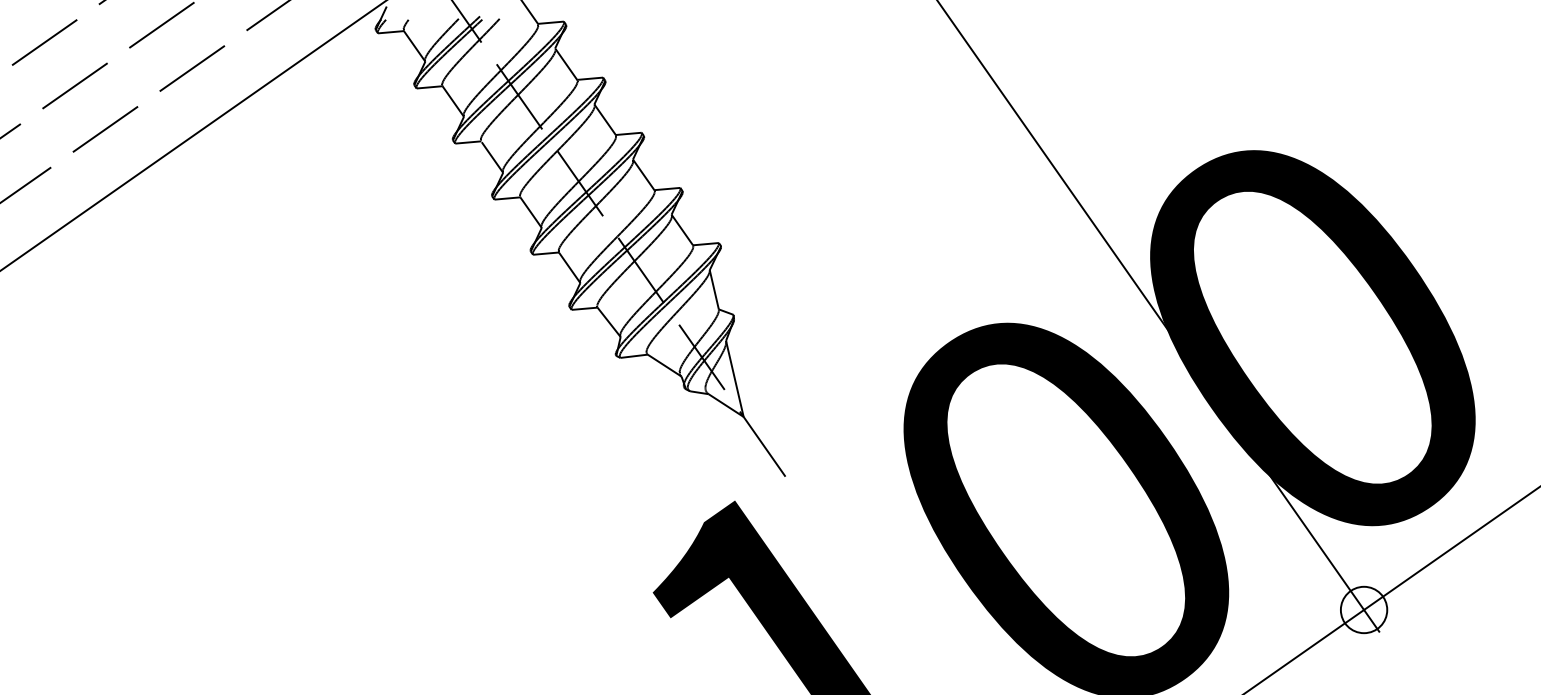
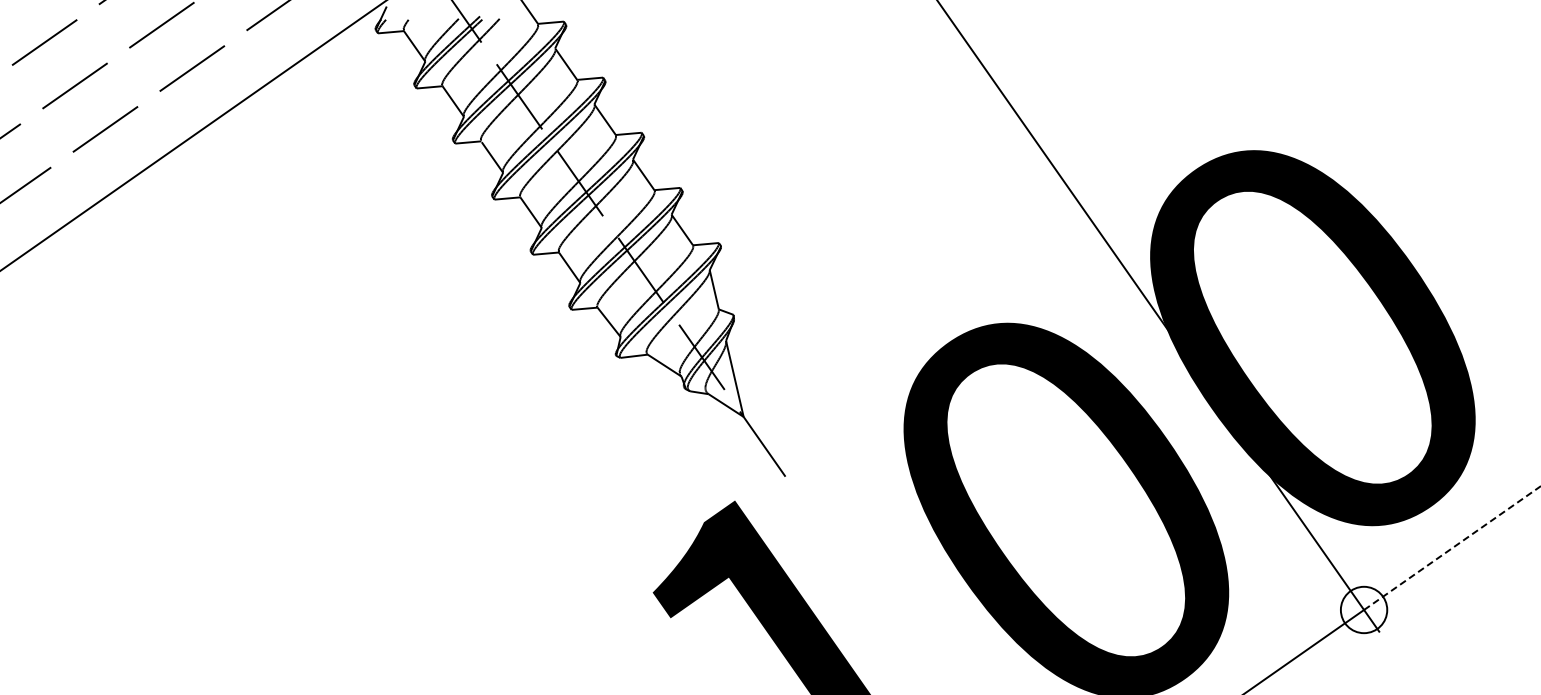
line at (1452, 548): solid -> dashed
